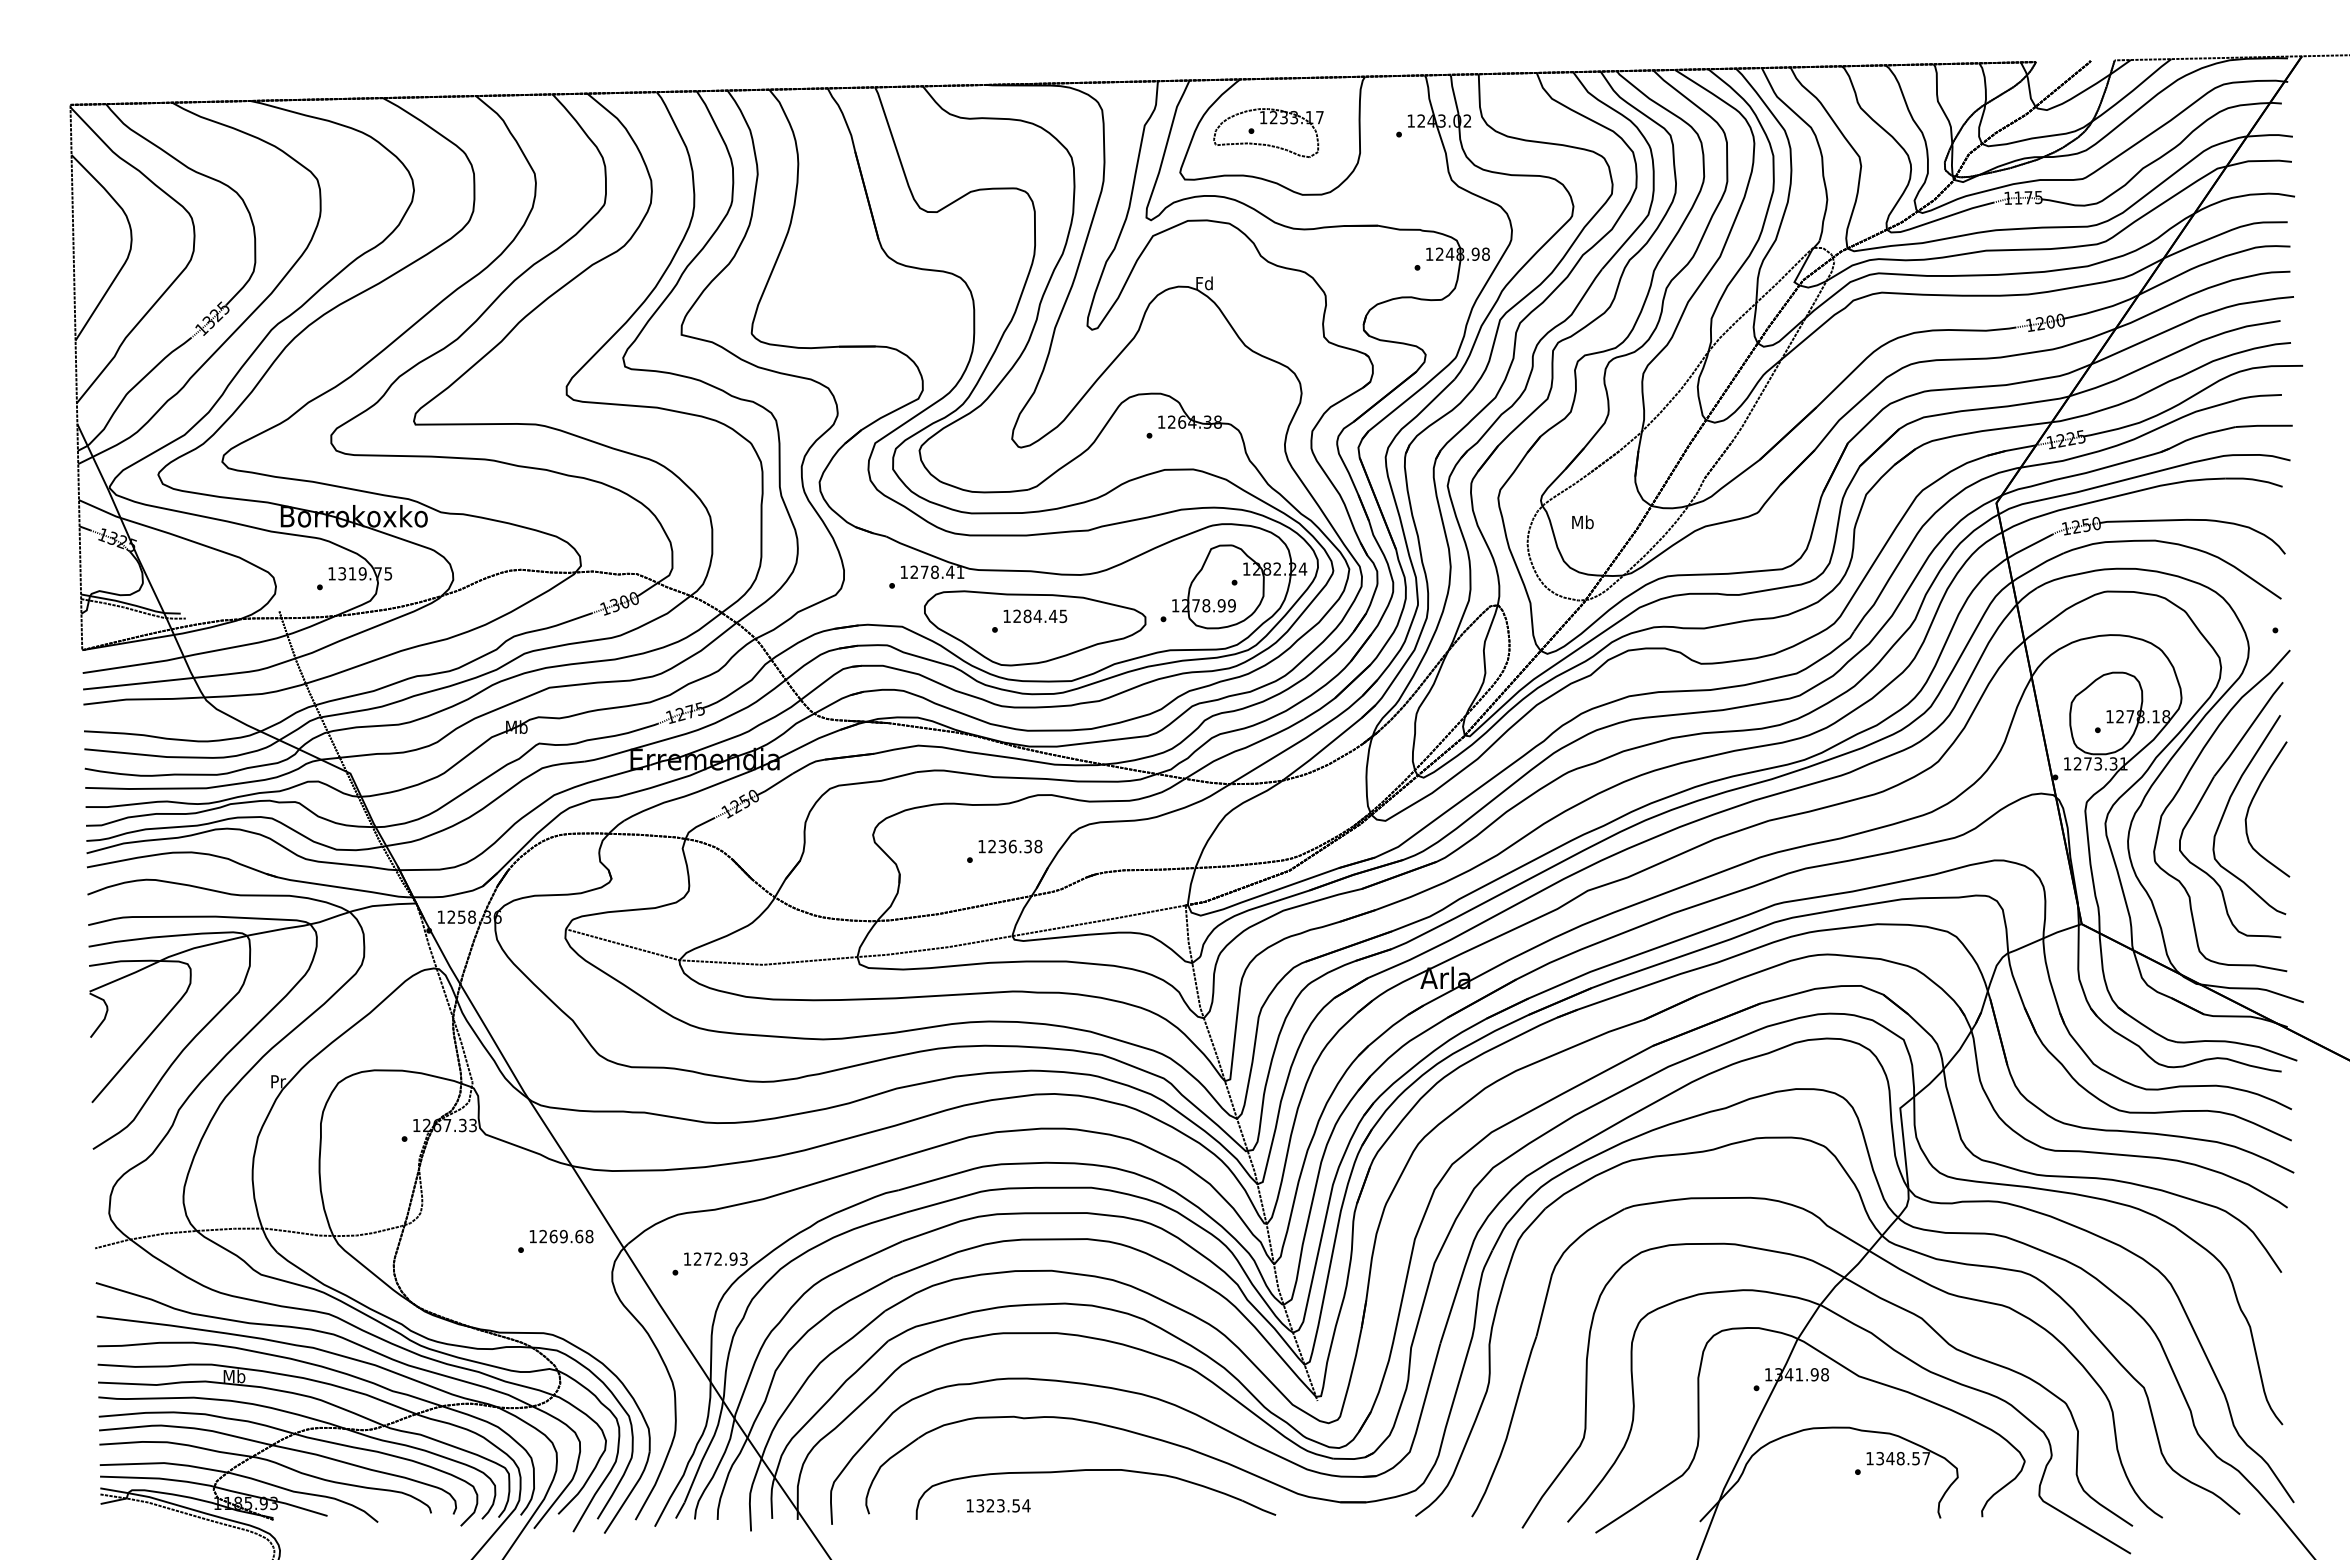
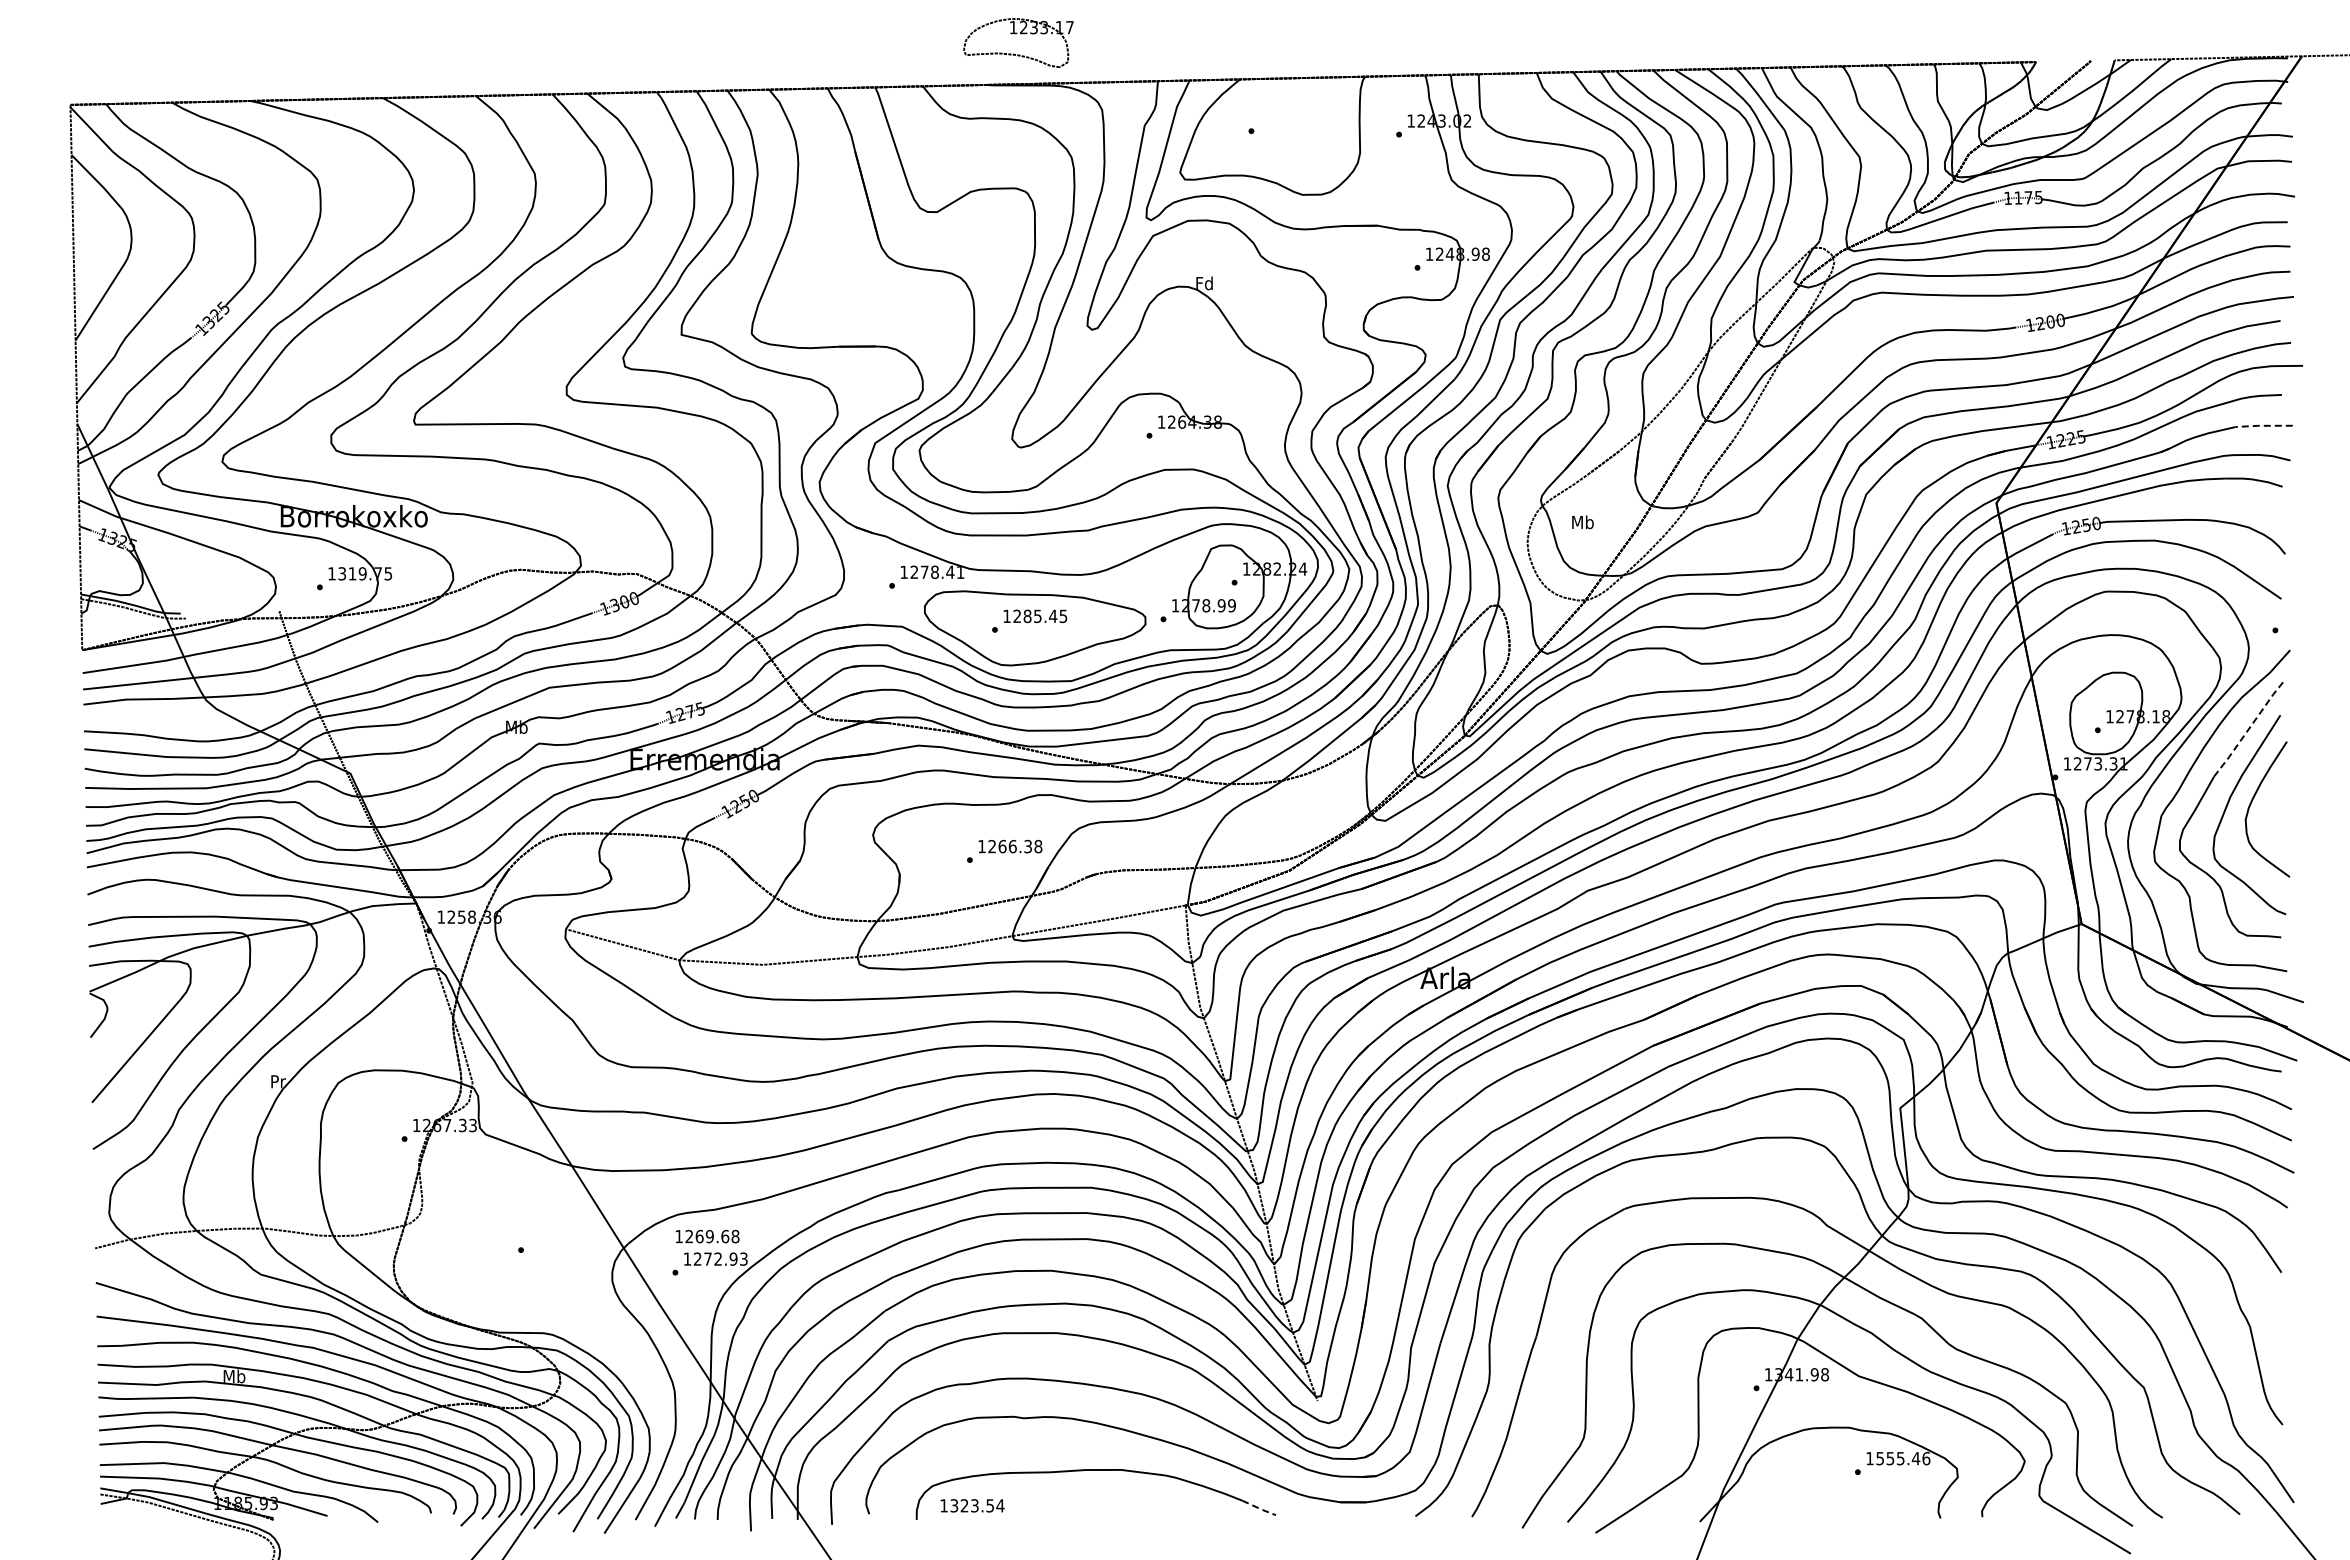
part at (1266, 124) position: (1266, 124) -> (1016, 34)
line at (2263, 425): solid -> dashed
text at (1037, 616): 1284.45 -> 1285.45
line at (2248, 729): solid -> dashed
text at (1002, 846): 1236.38 -> 1266.38
text at (561, 1236) position: (561, 1236) -> (707, 1236)
text at (1903, 1458): 1348.57 -> 1555.46
text at (998, 1505) position: (998, 1505) -> (972, 1505)
line at (1260, 1508): solid -> dashed
